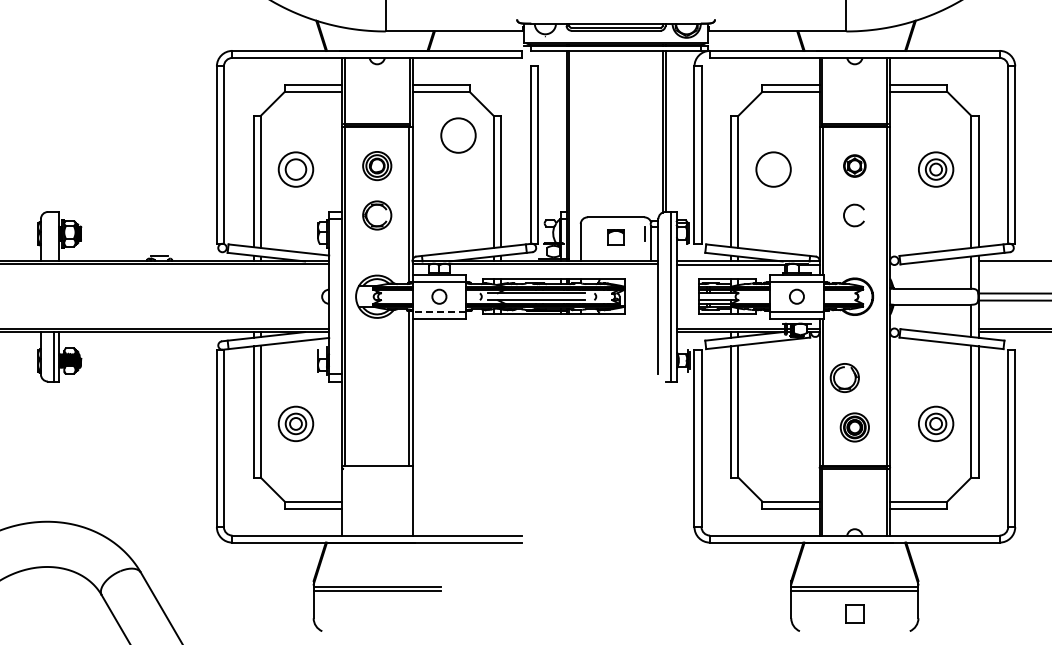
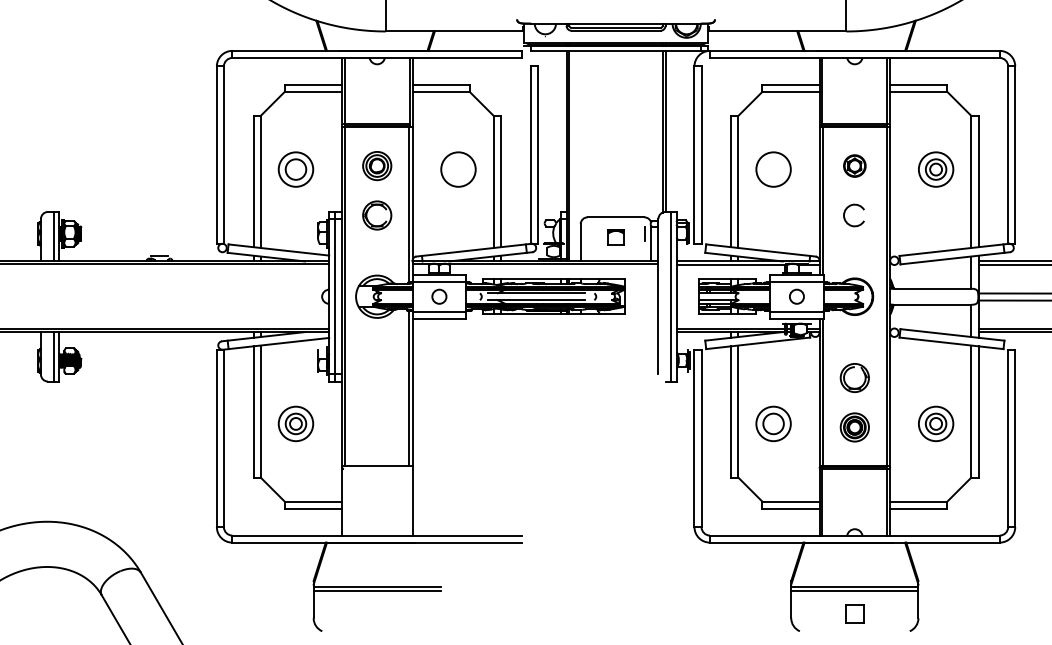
circle at (458, 135) position: (458, 135) -> (458, 169)
line at (53, 236): none -> present
line at (1013, 264): none -> present
line at (334, 296): none -> present
line at (439, 311): dashed -> solid
part at (844, 377) position: (844, 377) -> (854, 377)
part at (773, 423): none -> present
